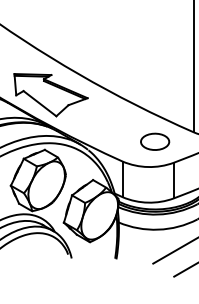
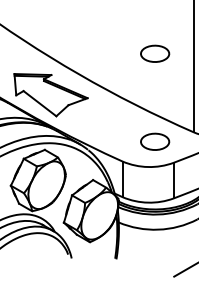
part at (155, 53): none -> present
line at (174, 251): present -> none
